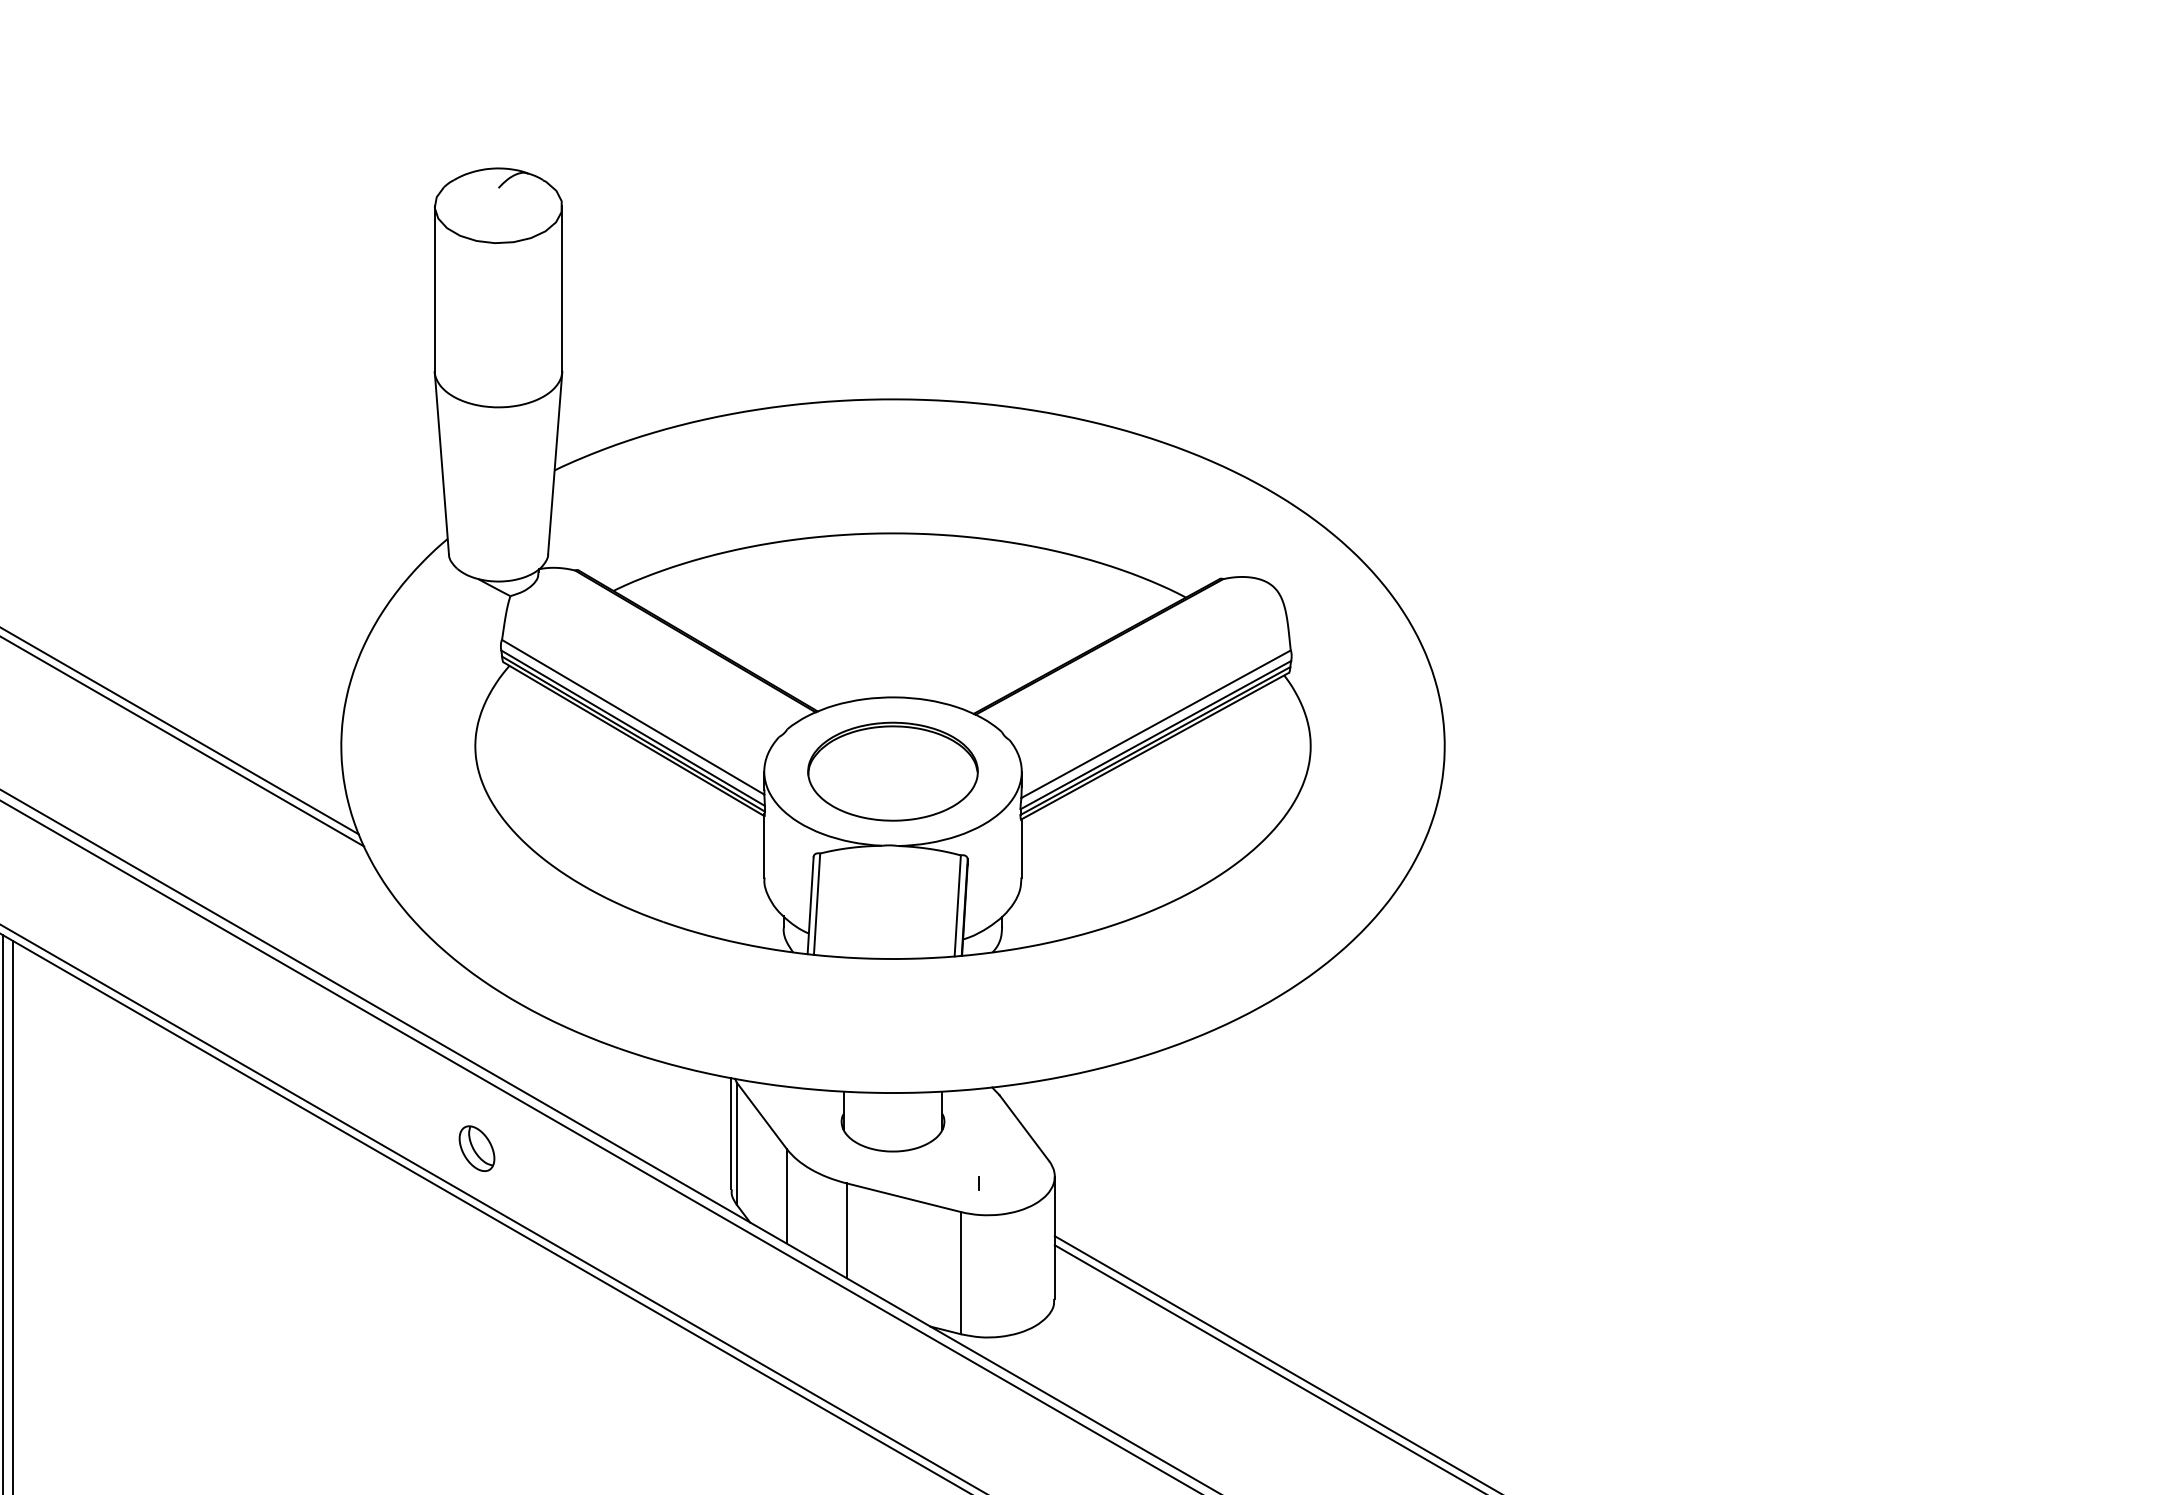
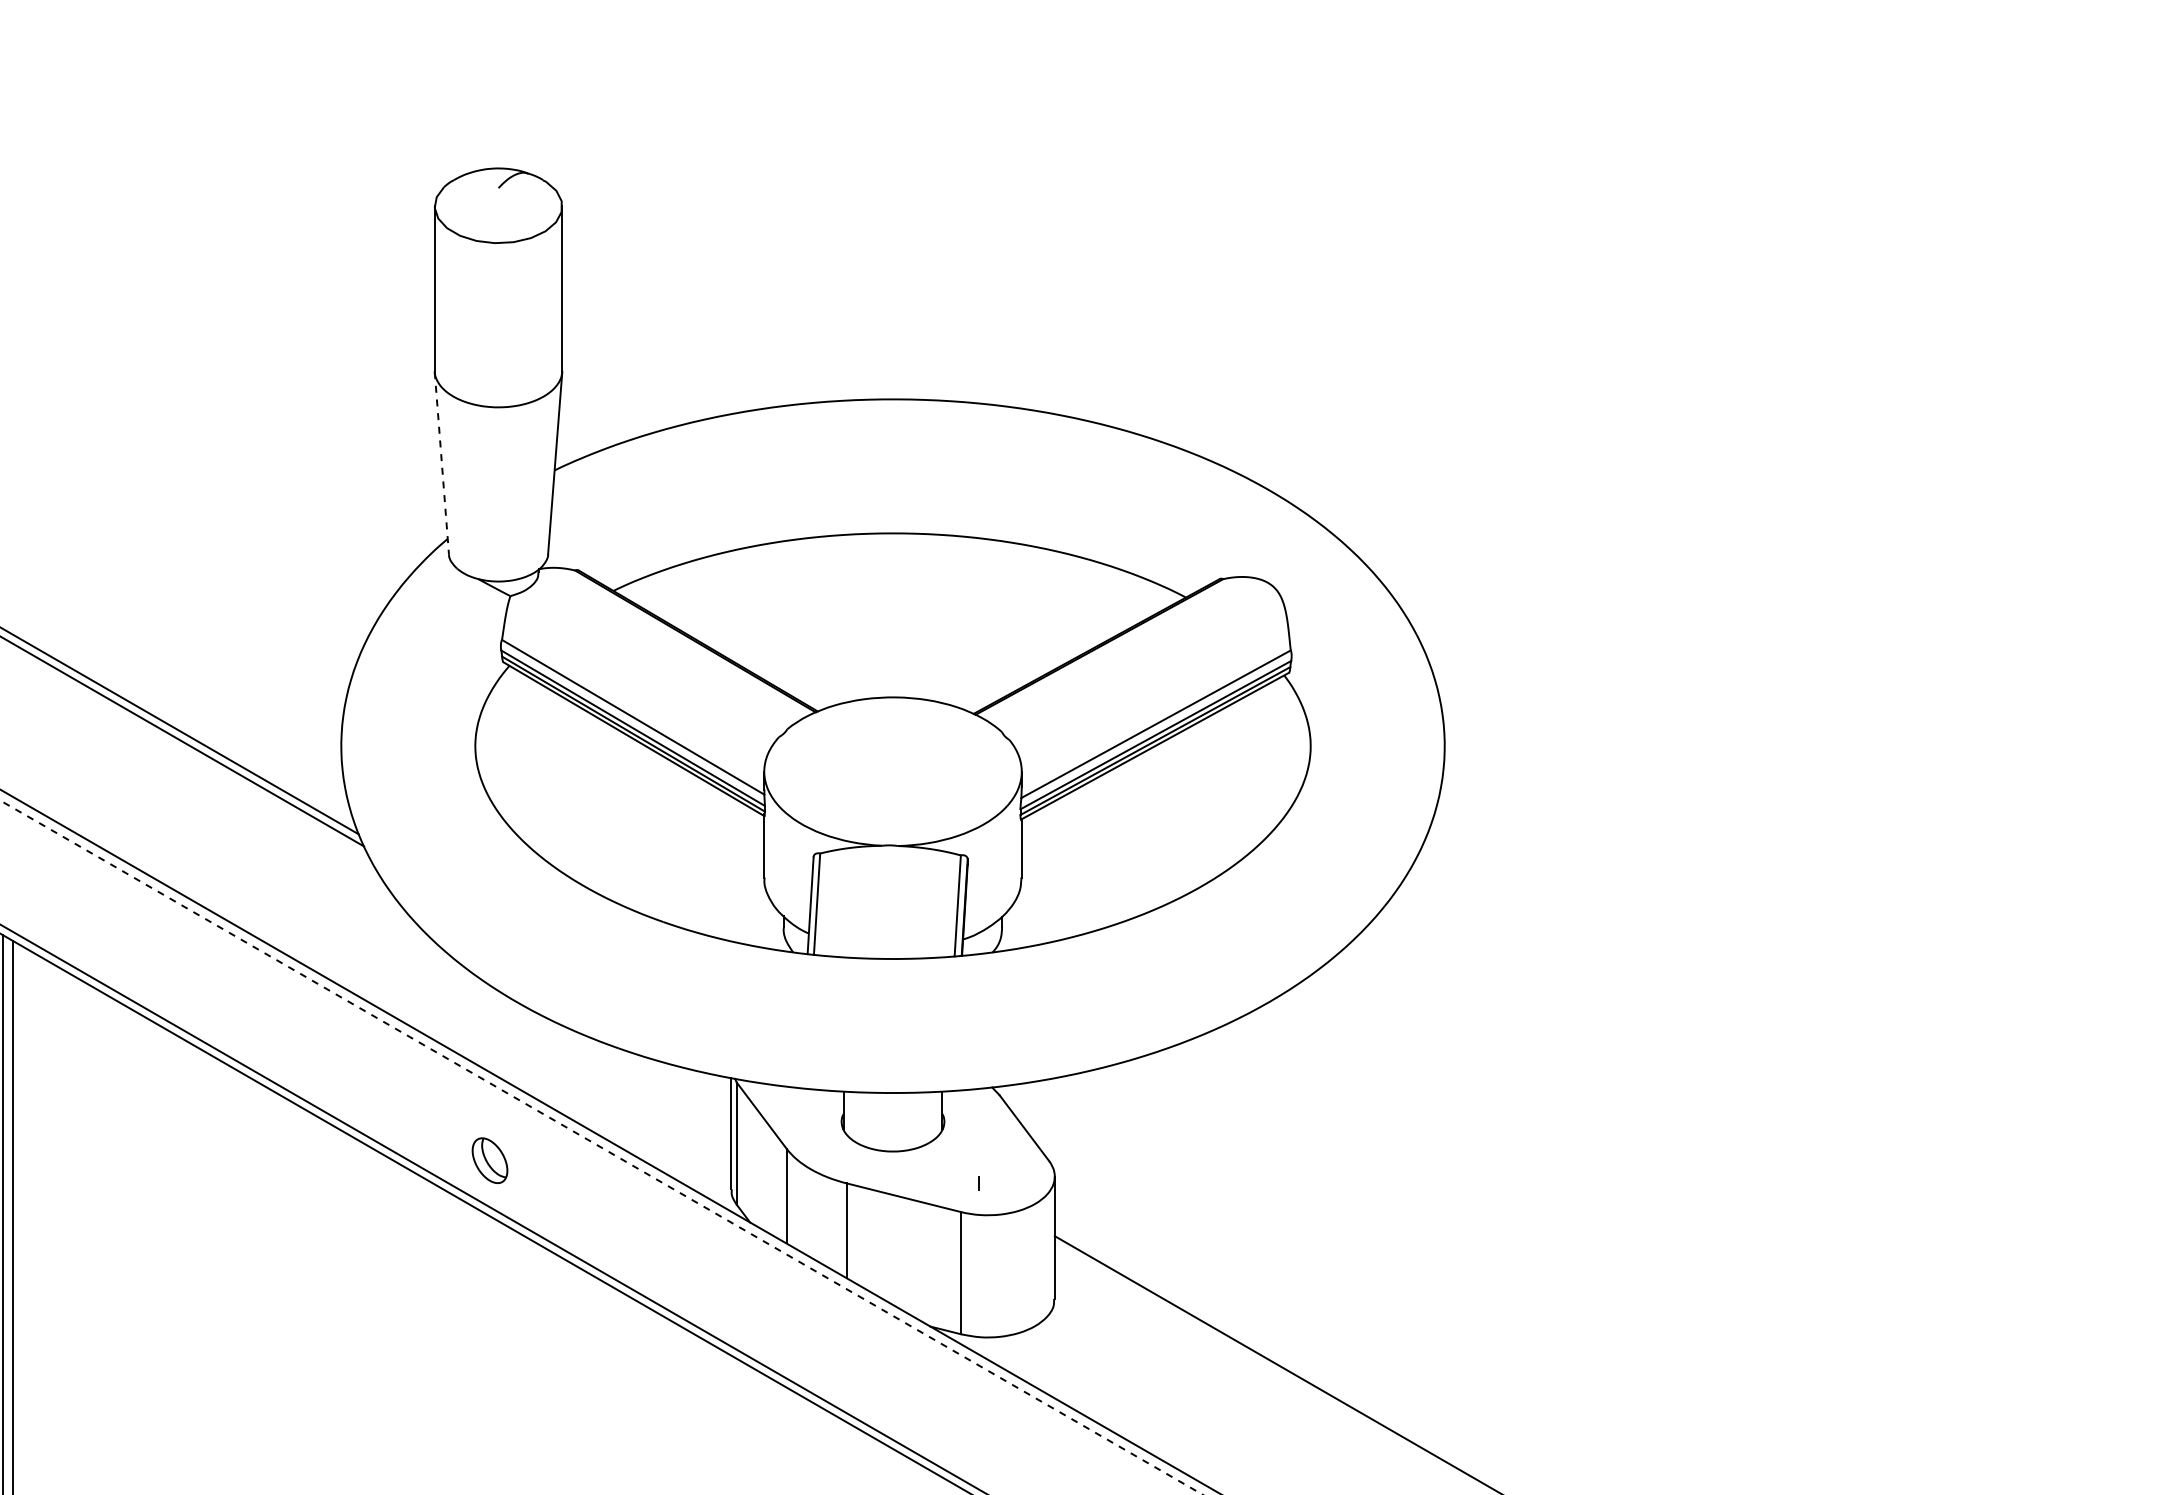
line at (441, 463): solid -> dashed
part at (892, 771): present -> none
line at (600, 1147): solid -> dashed
part at (476, 1148) position: (476, 1148) -> (489, 1160)
line at (1268, 1368): present -> none
